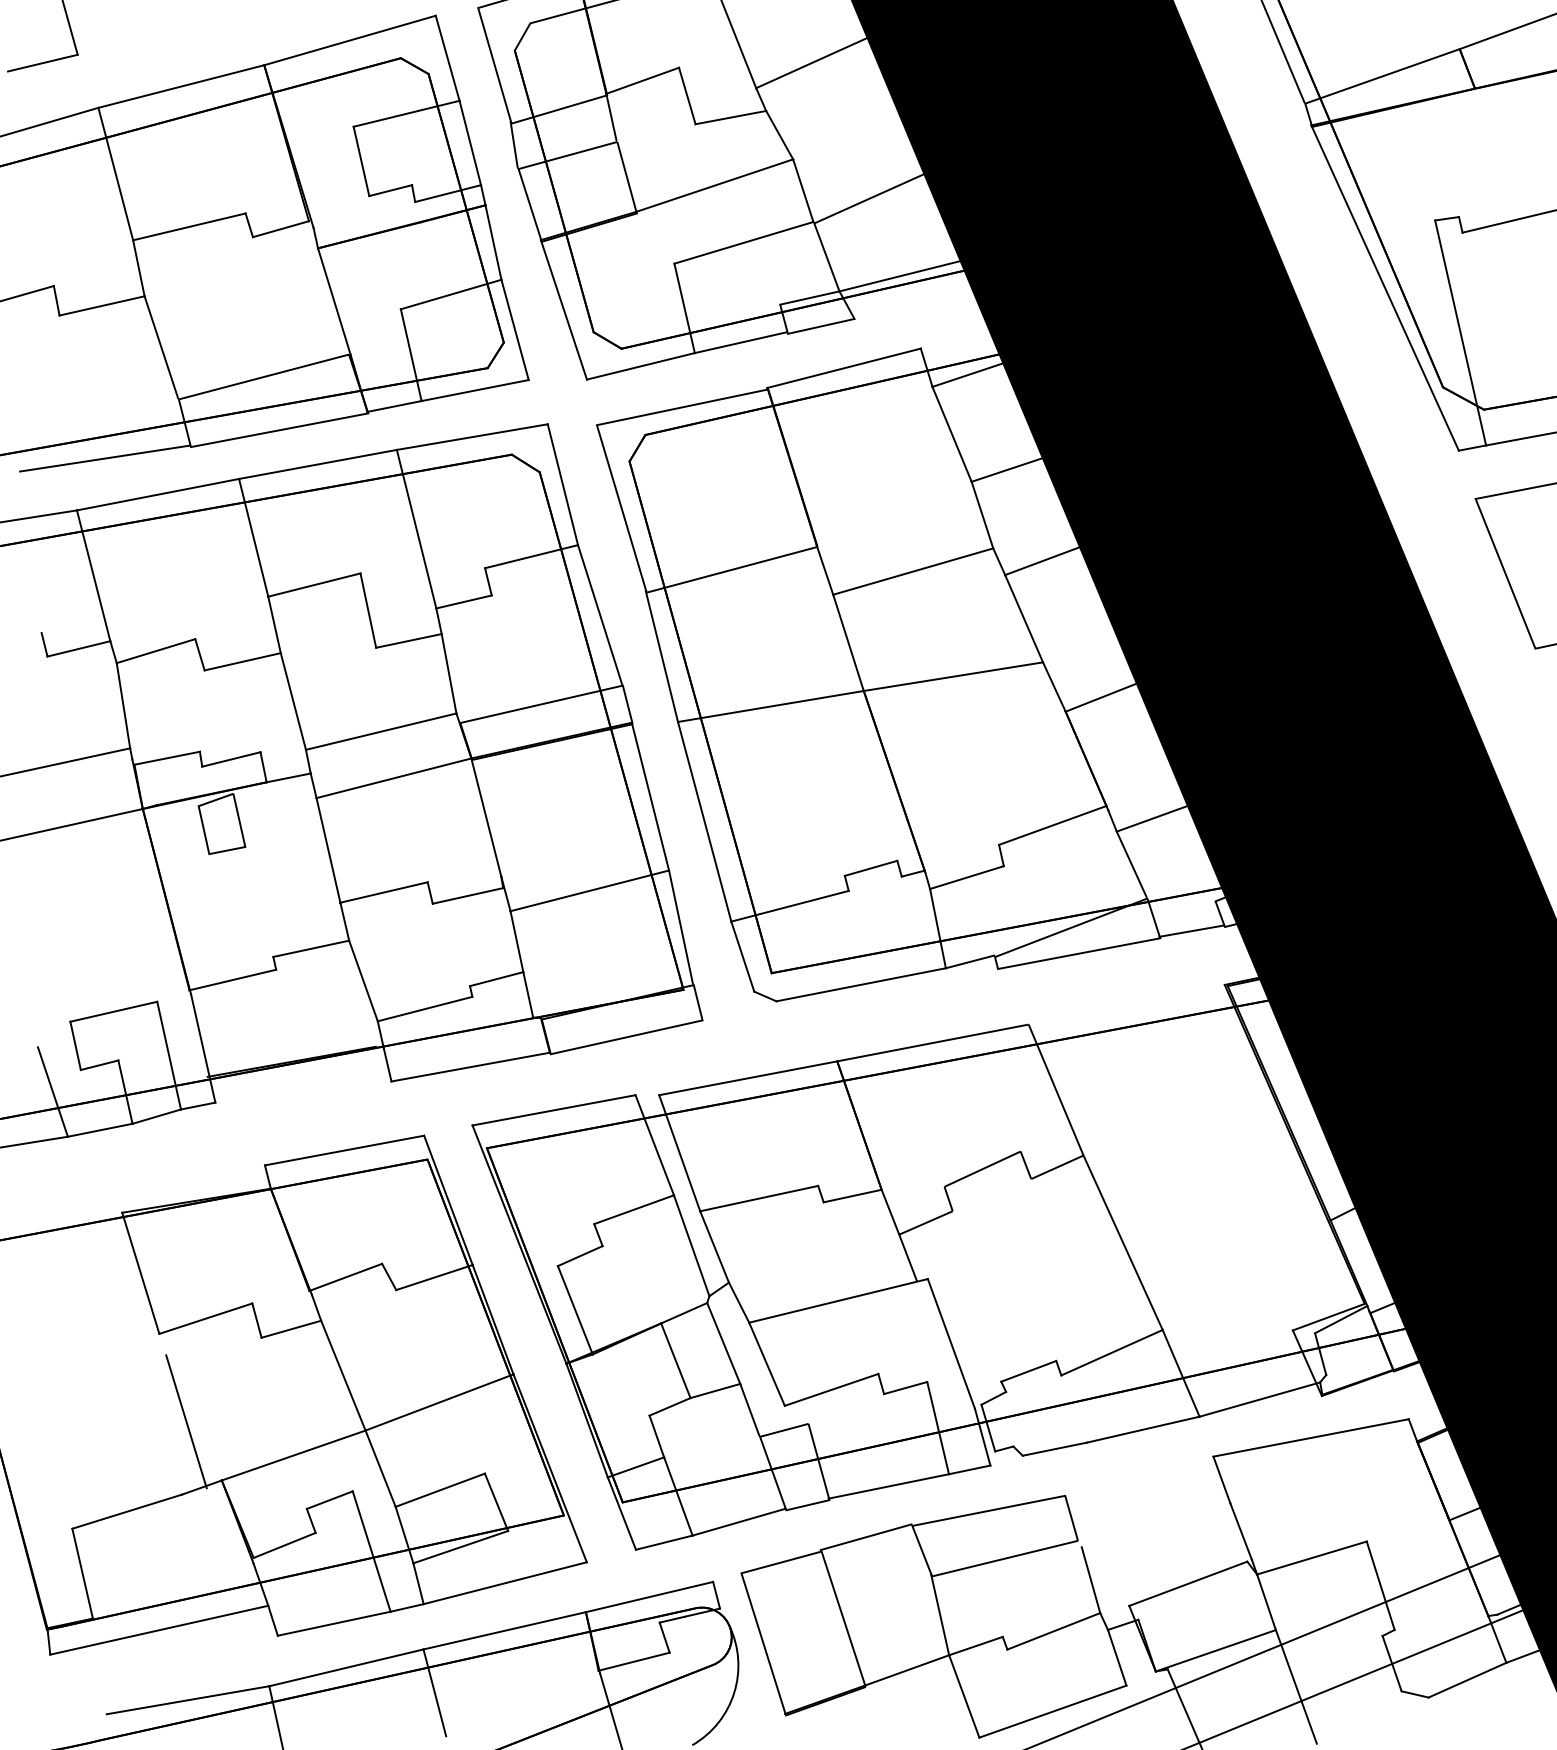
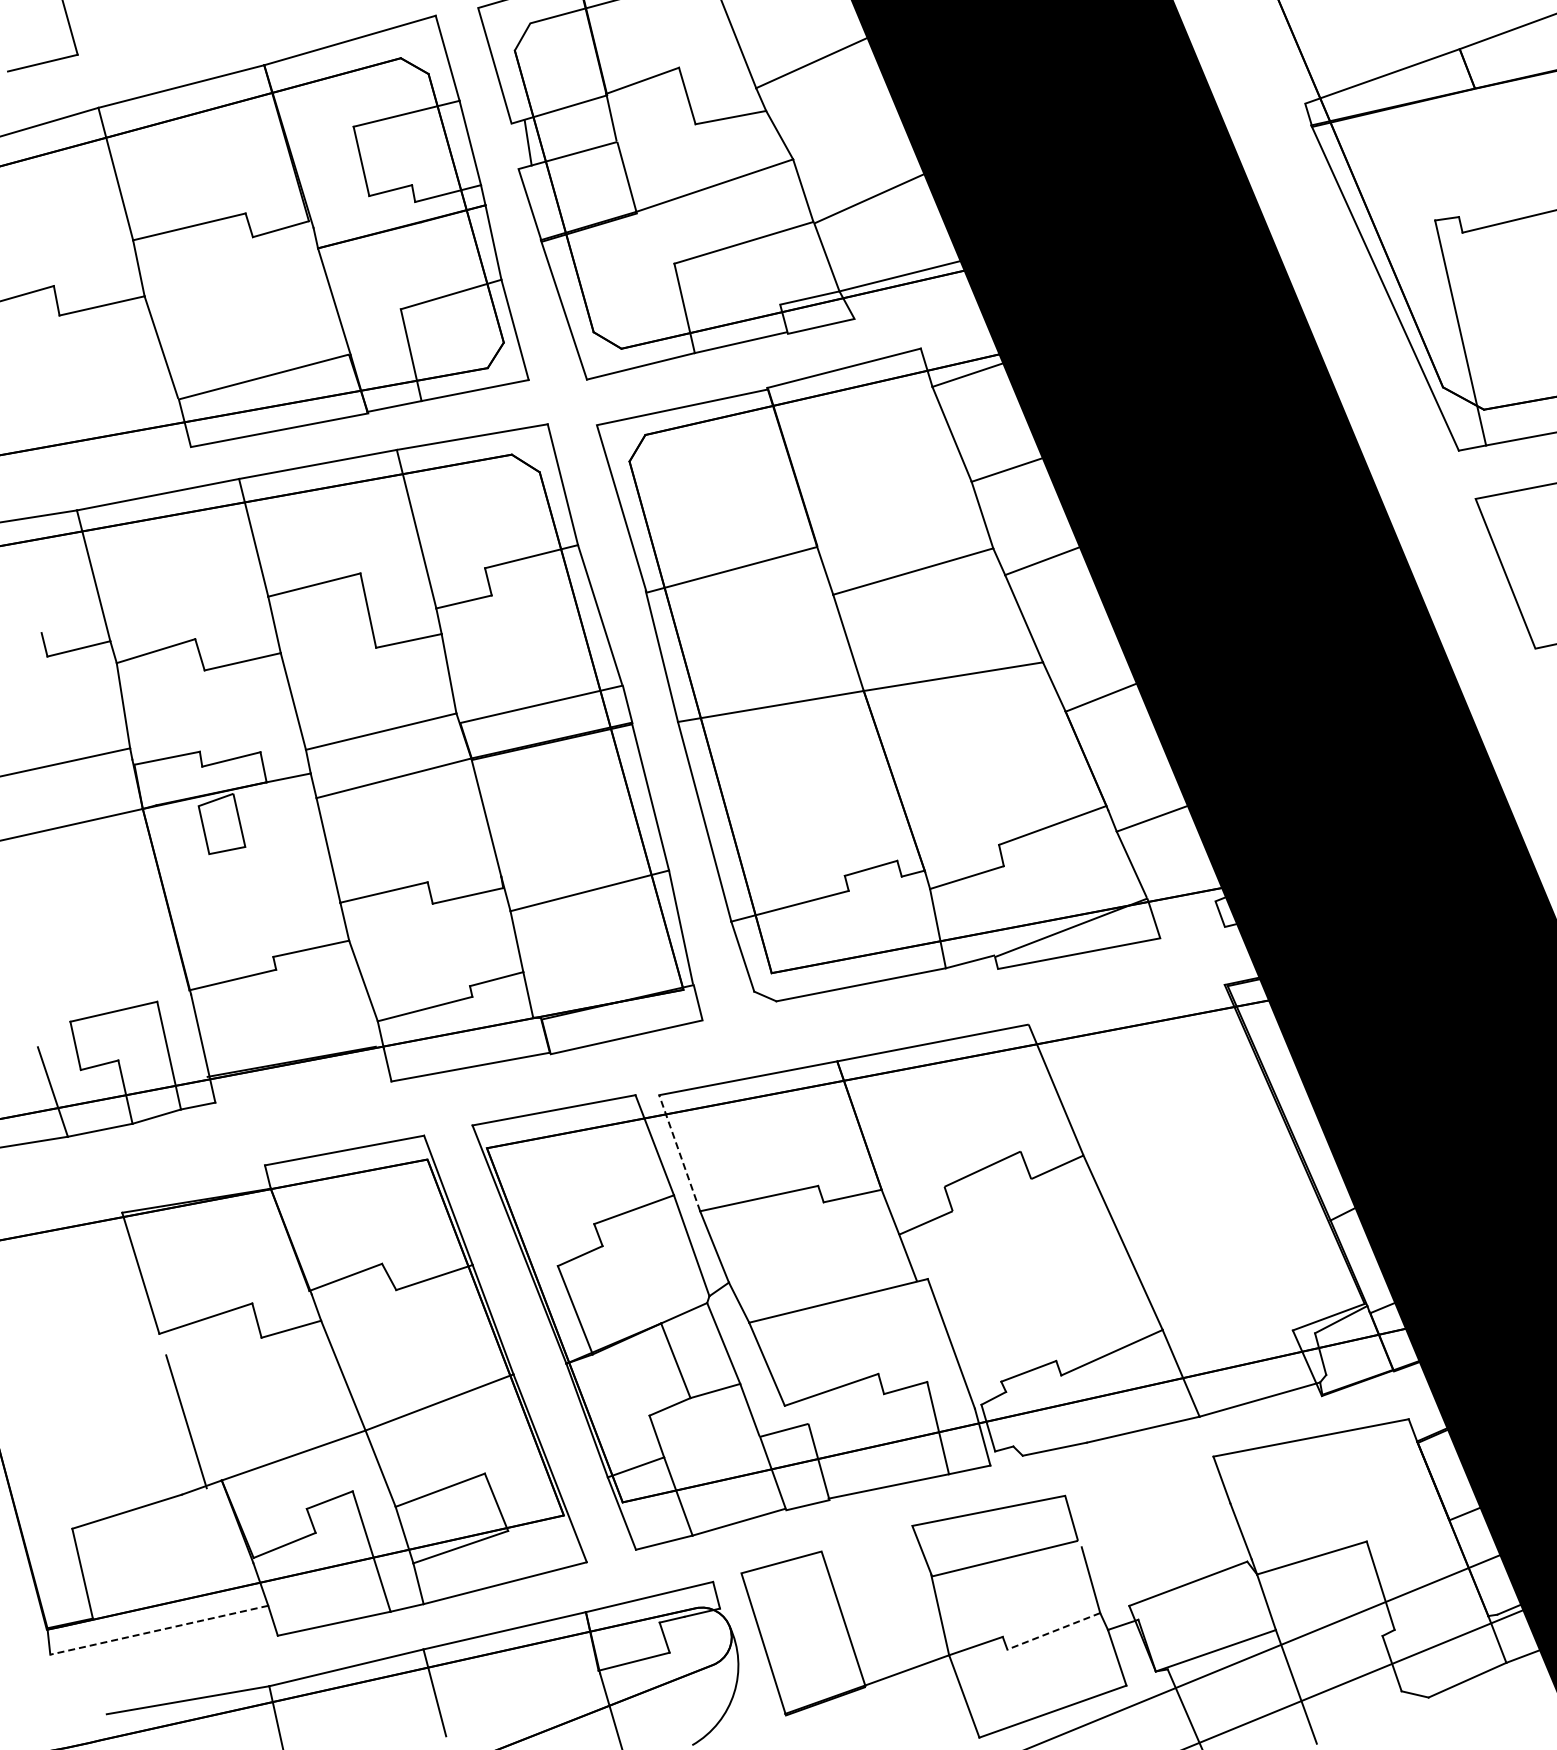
line at (1283, 52): present -> none
line at (513, 144) position: (513, 144) -> (527, 142)
line at (105, 458): present -> none
line at (1191, 930): present -> none
line at (679, 1153): solid -> dashed
line at (865, 1537): present -> none
line at (159, 1630): solid -> dashed
line at (1053, 1631): solid -> dashed
